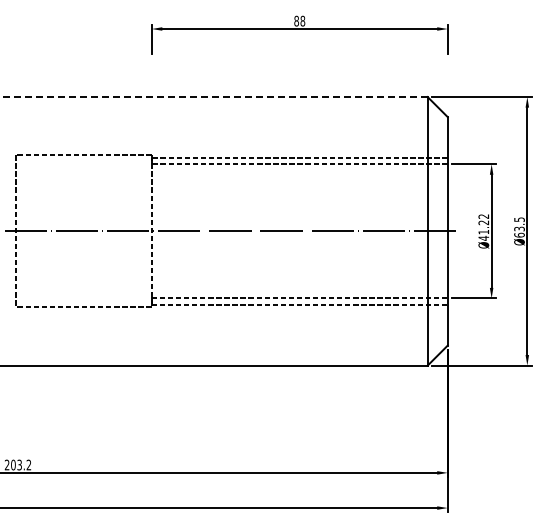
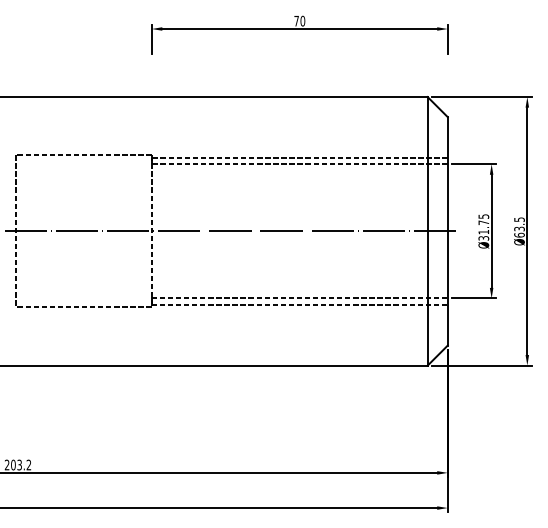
text at (299, 20): 88 -> 70
line at (213, 97): dashed -> solid
text at (483, 227): Ø41.22 -> Ø31.75
